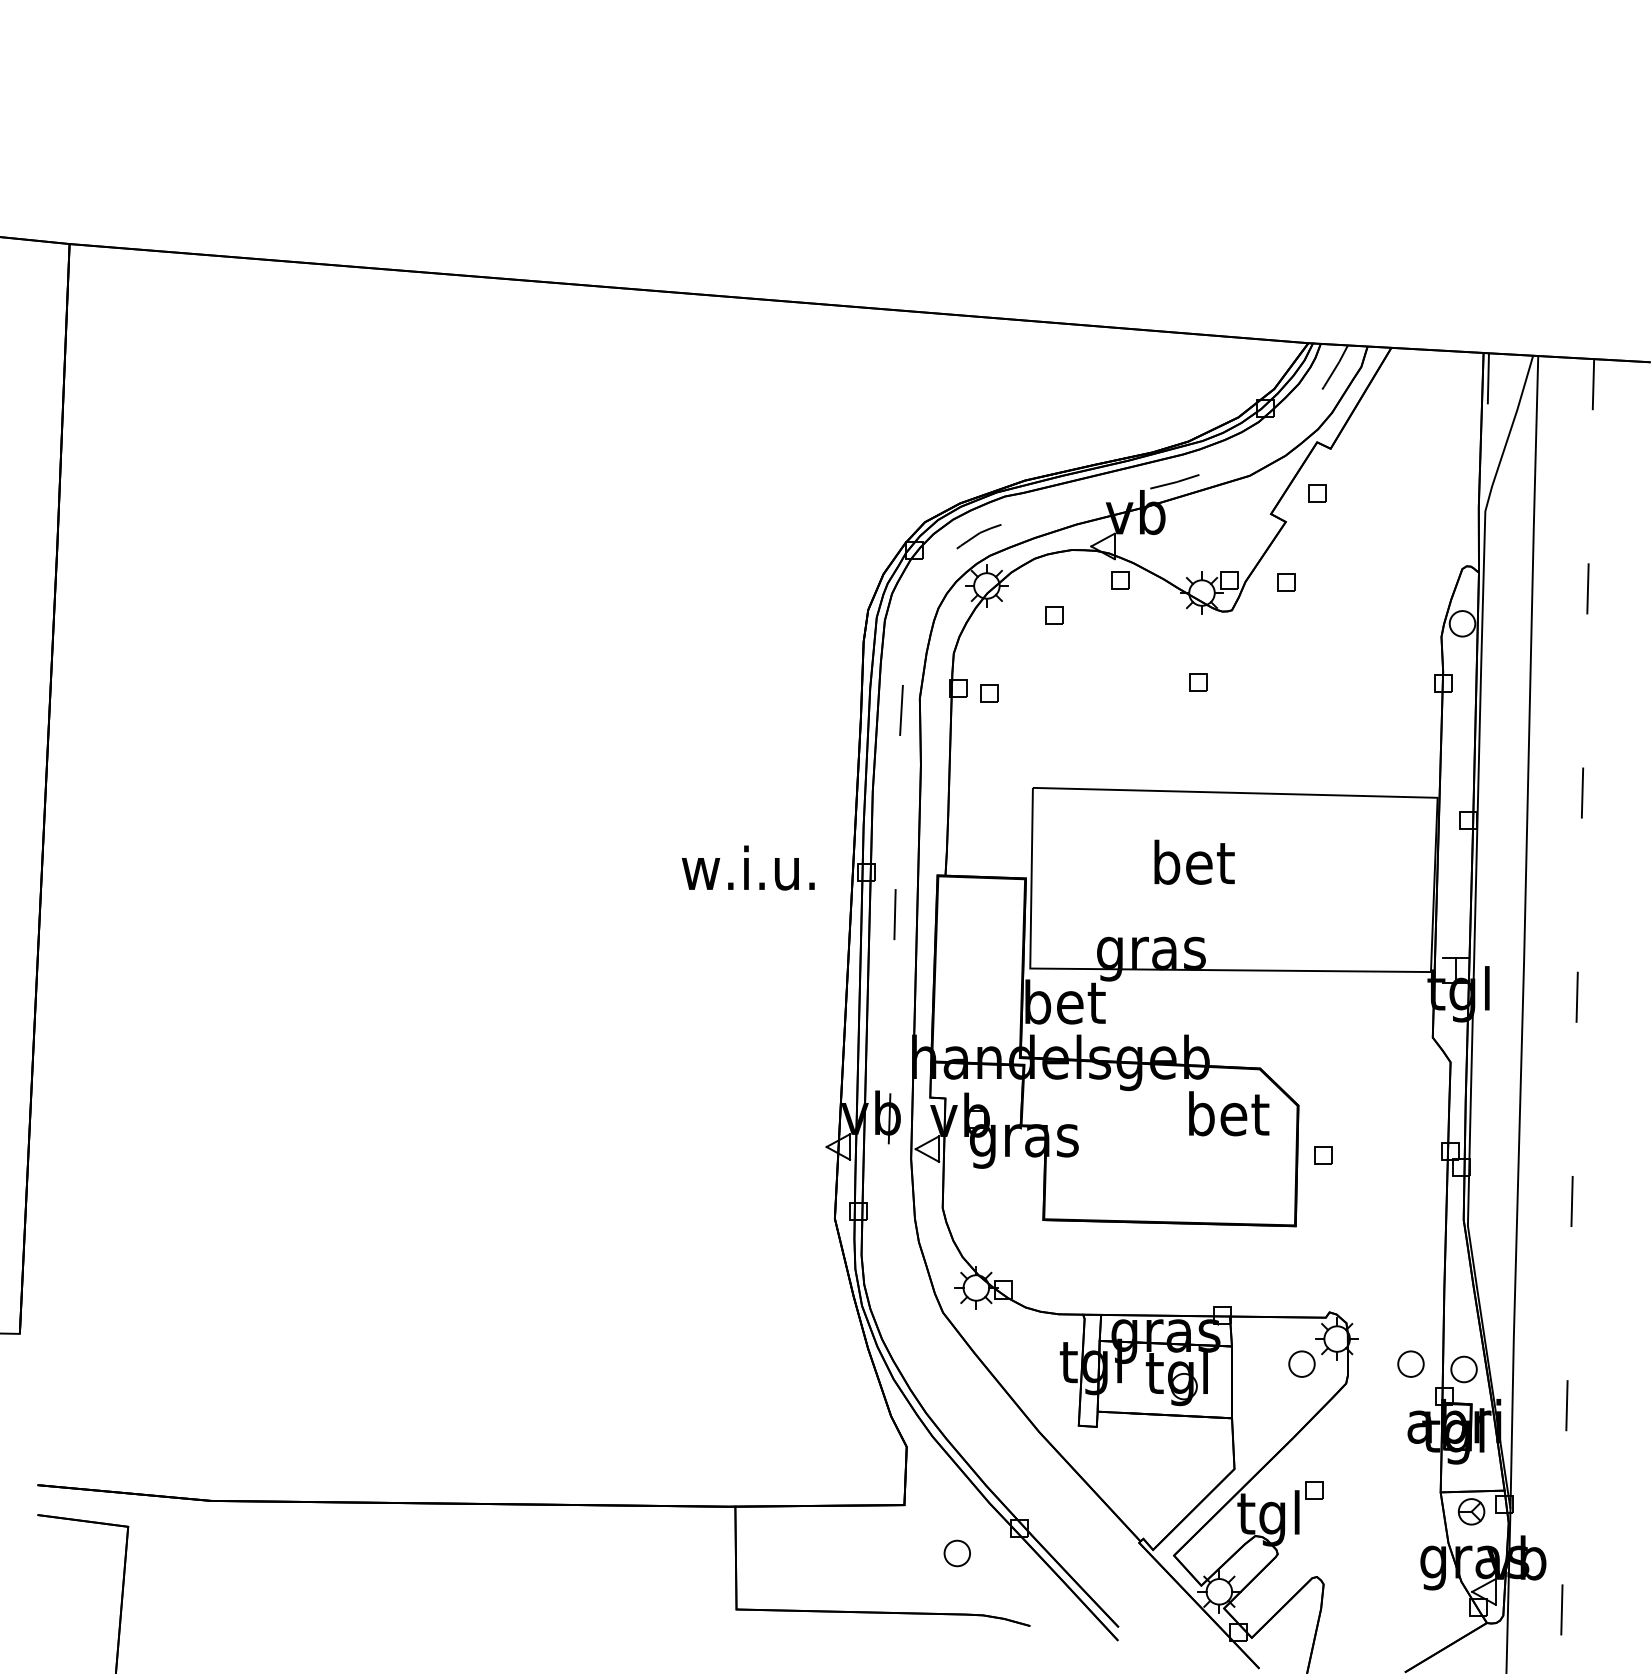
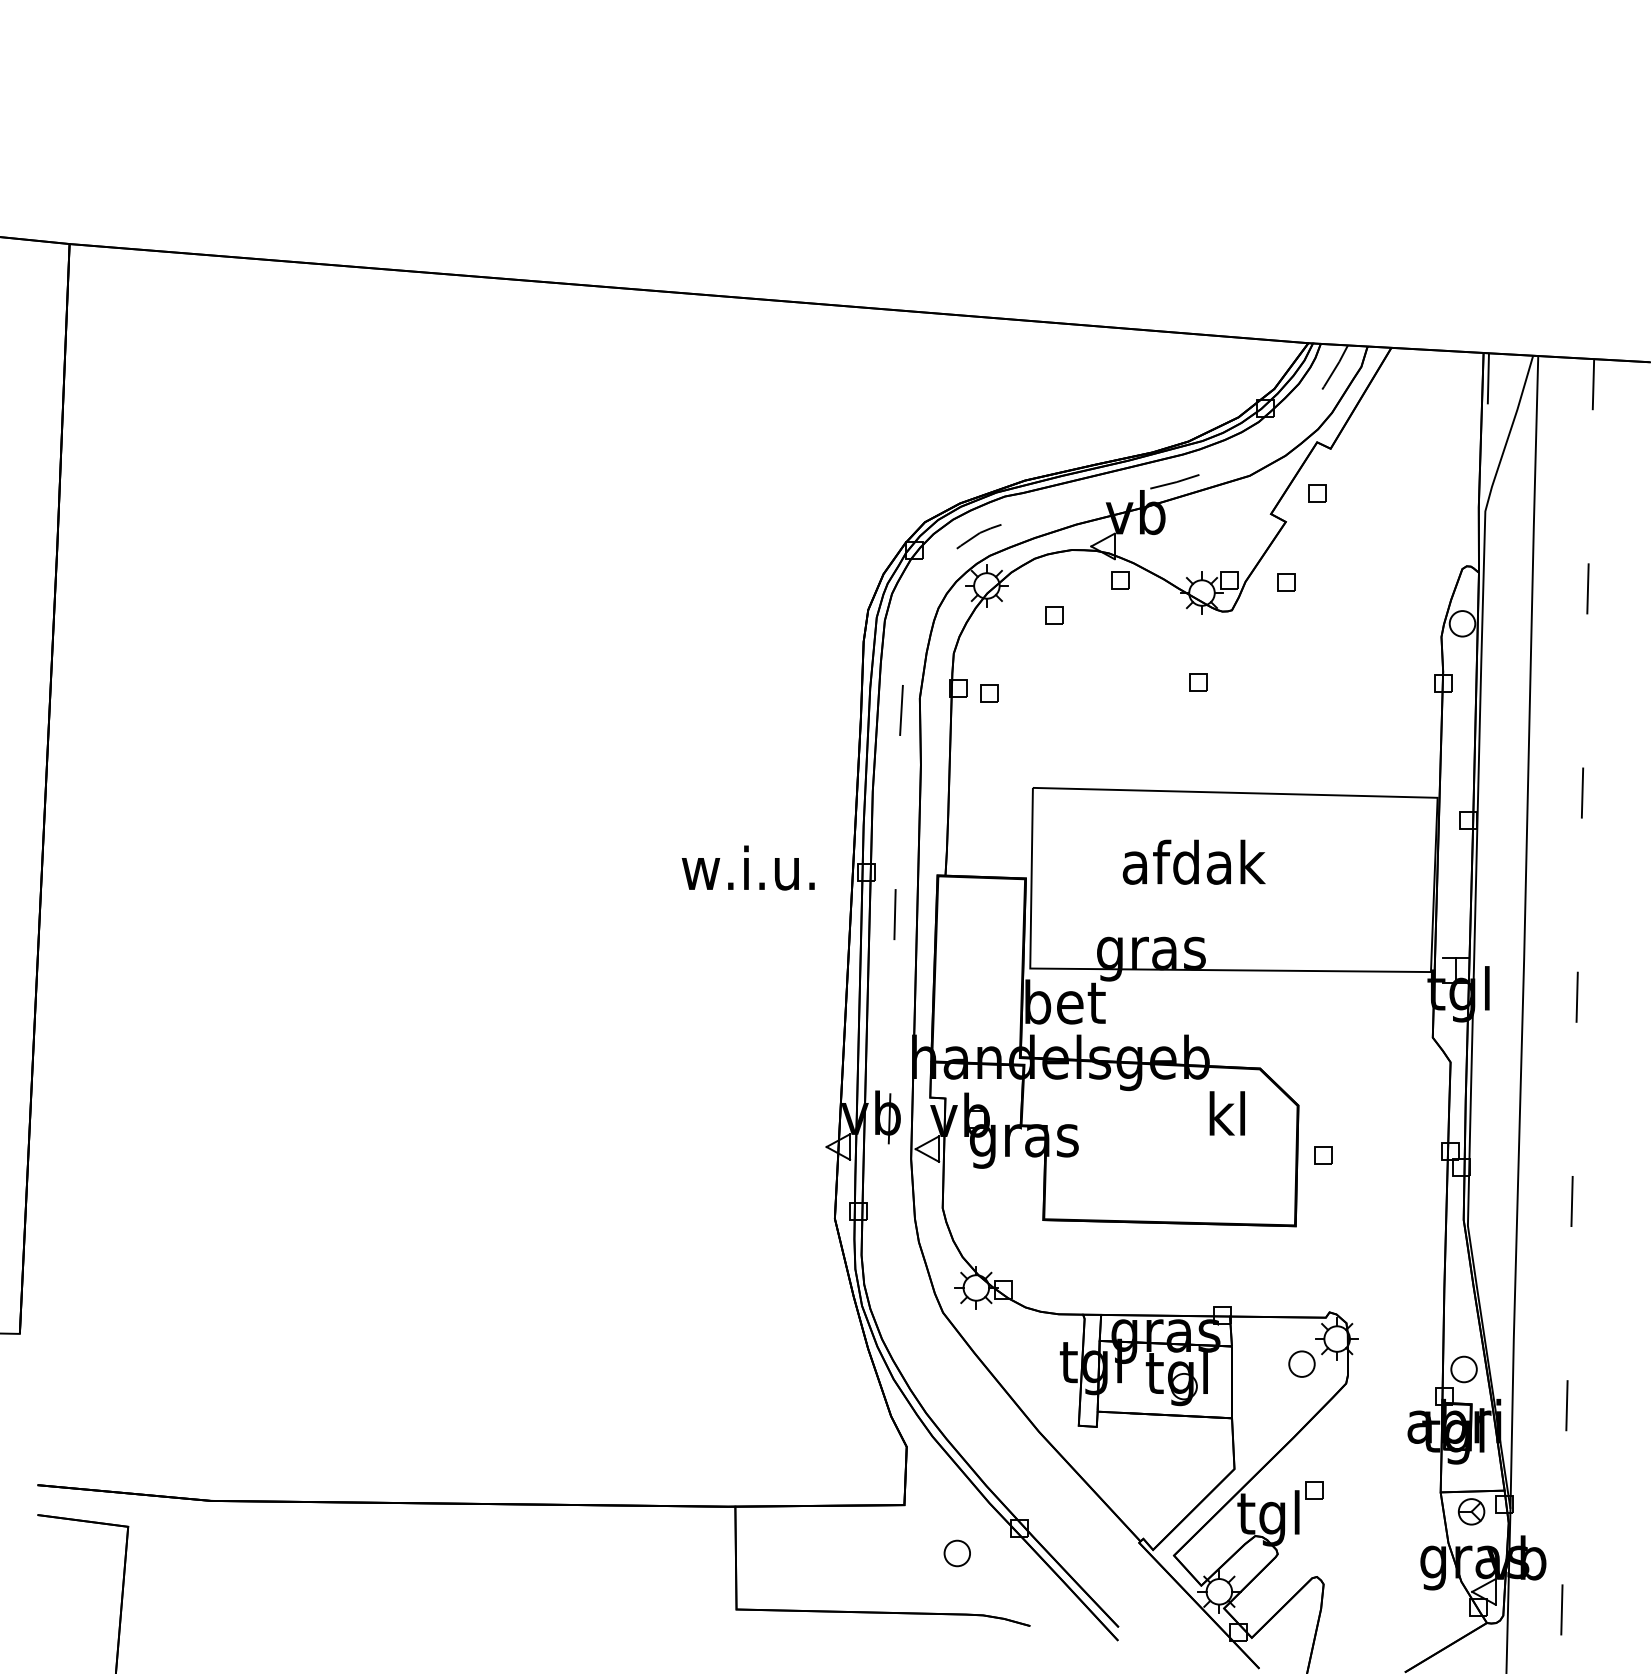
text at (1193, 861): bet -> afdak
text at (1229, 1113): bet -> kl
part at (1410, 1363): present -> none
